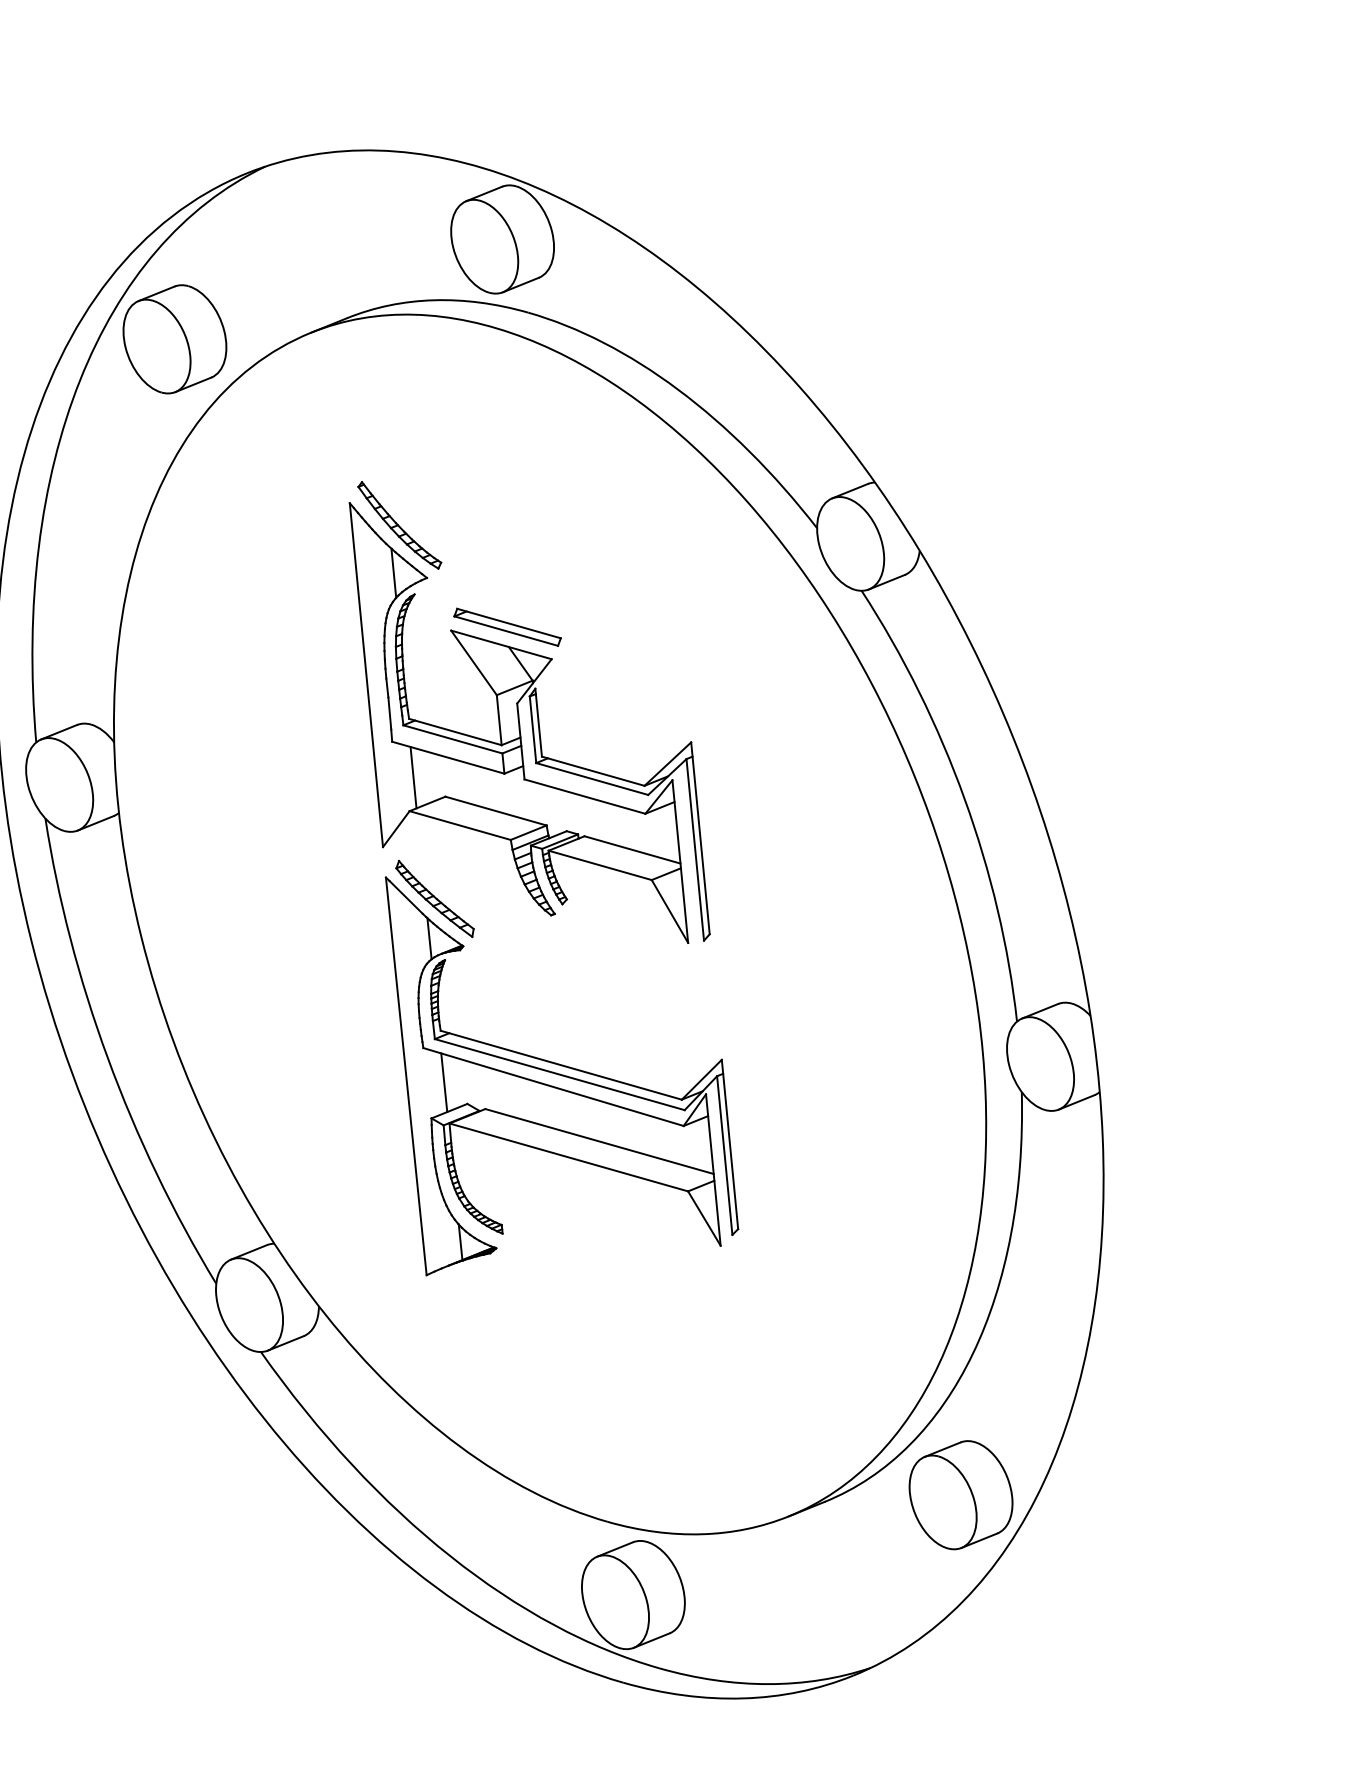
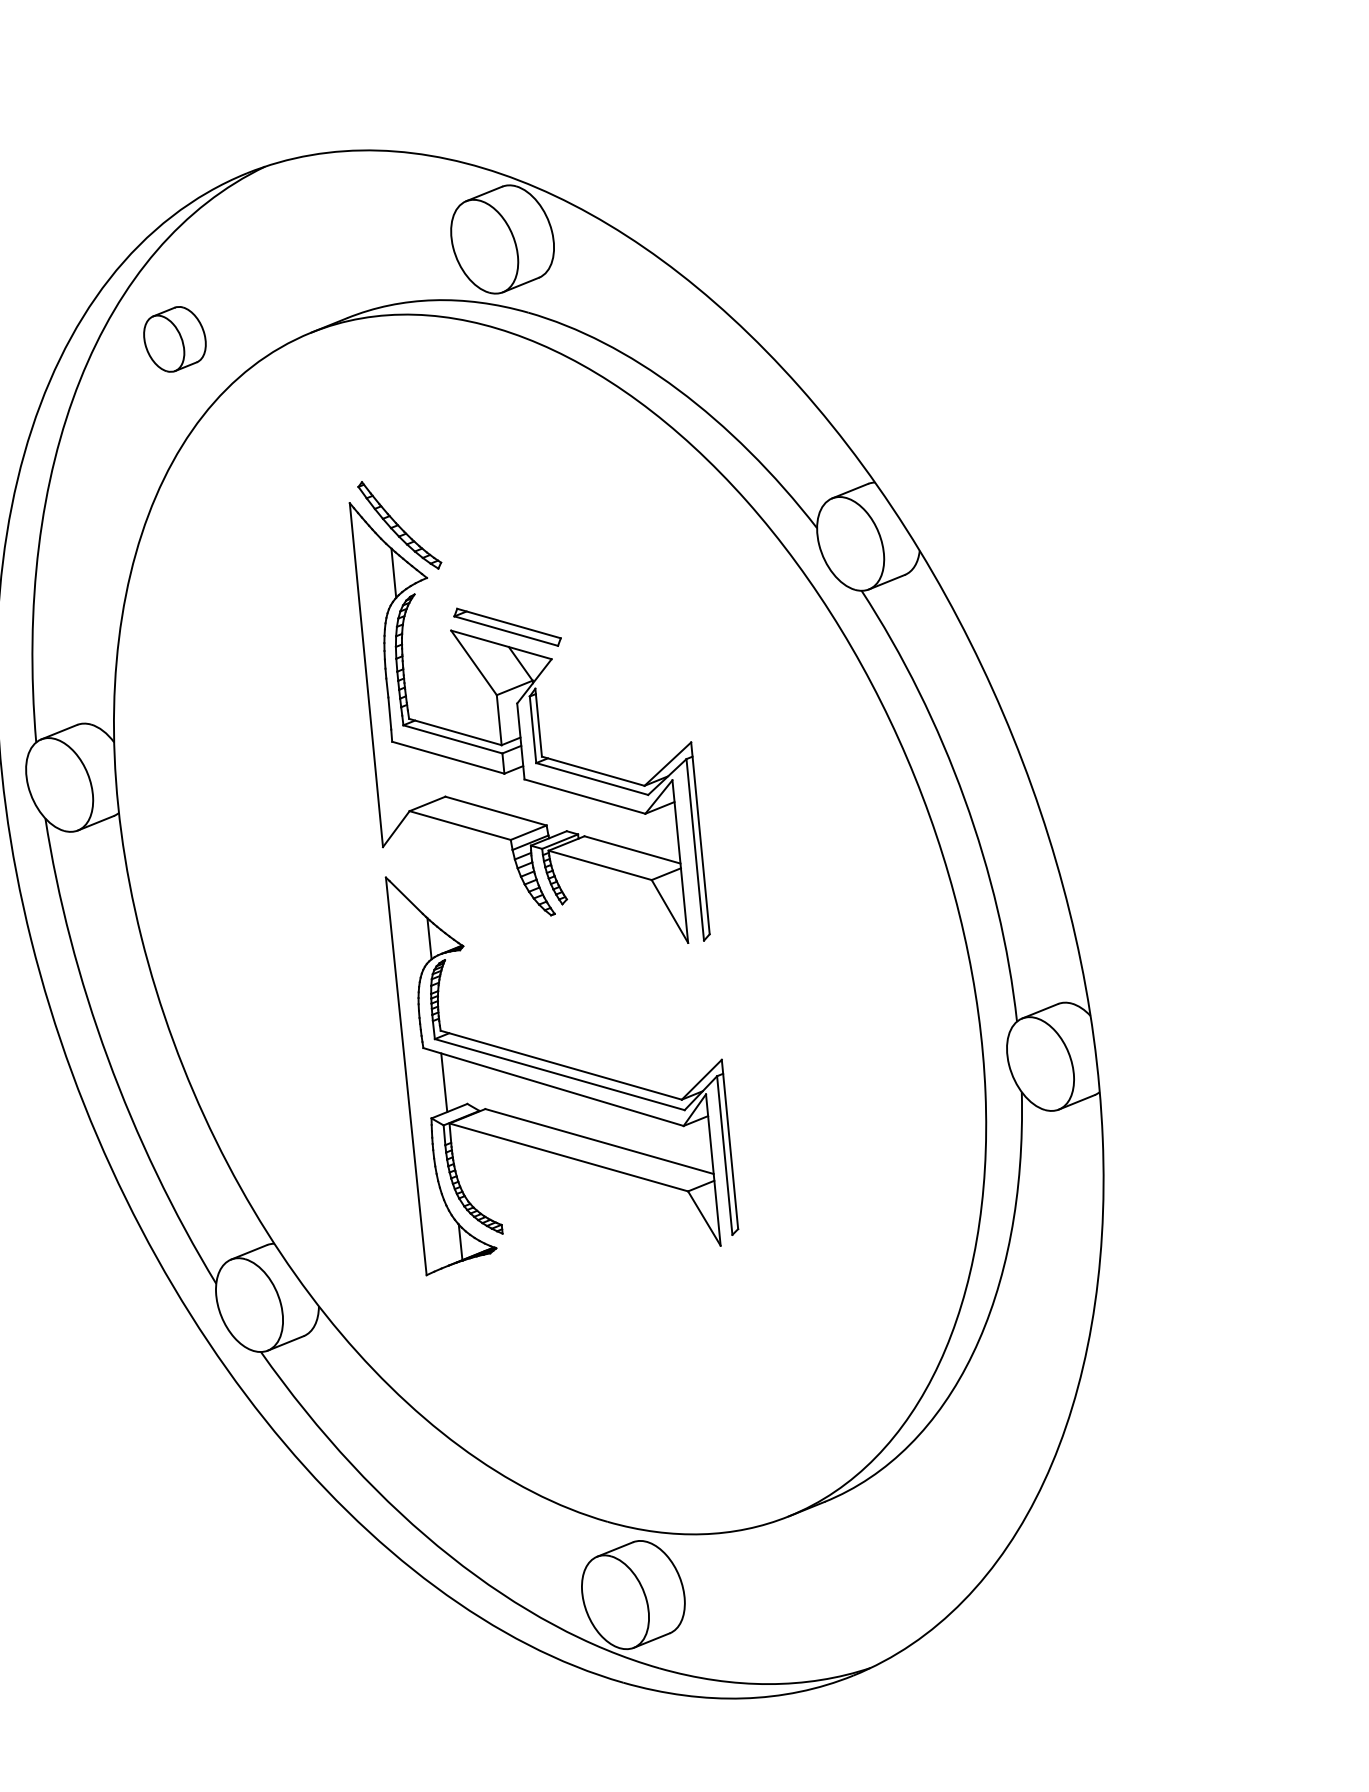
part at (174, 339) size: 106x111 px -> 64x67 px
line at (413, 777): present -> none
part at (434, 898): present -> none
part at (960, 1495): present -> none
